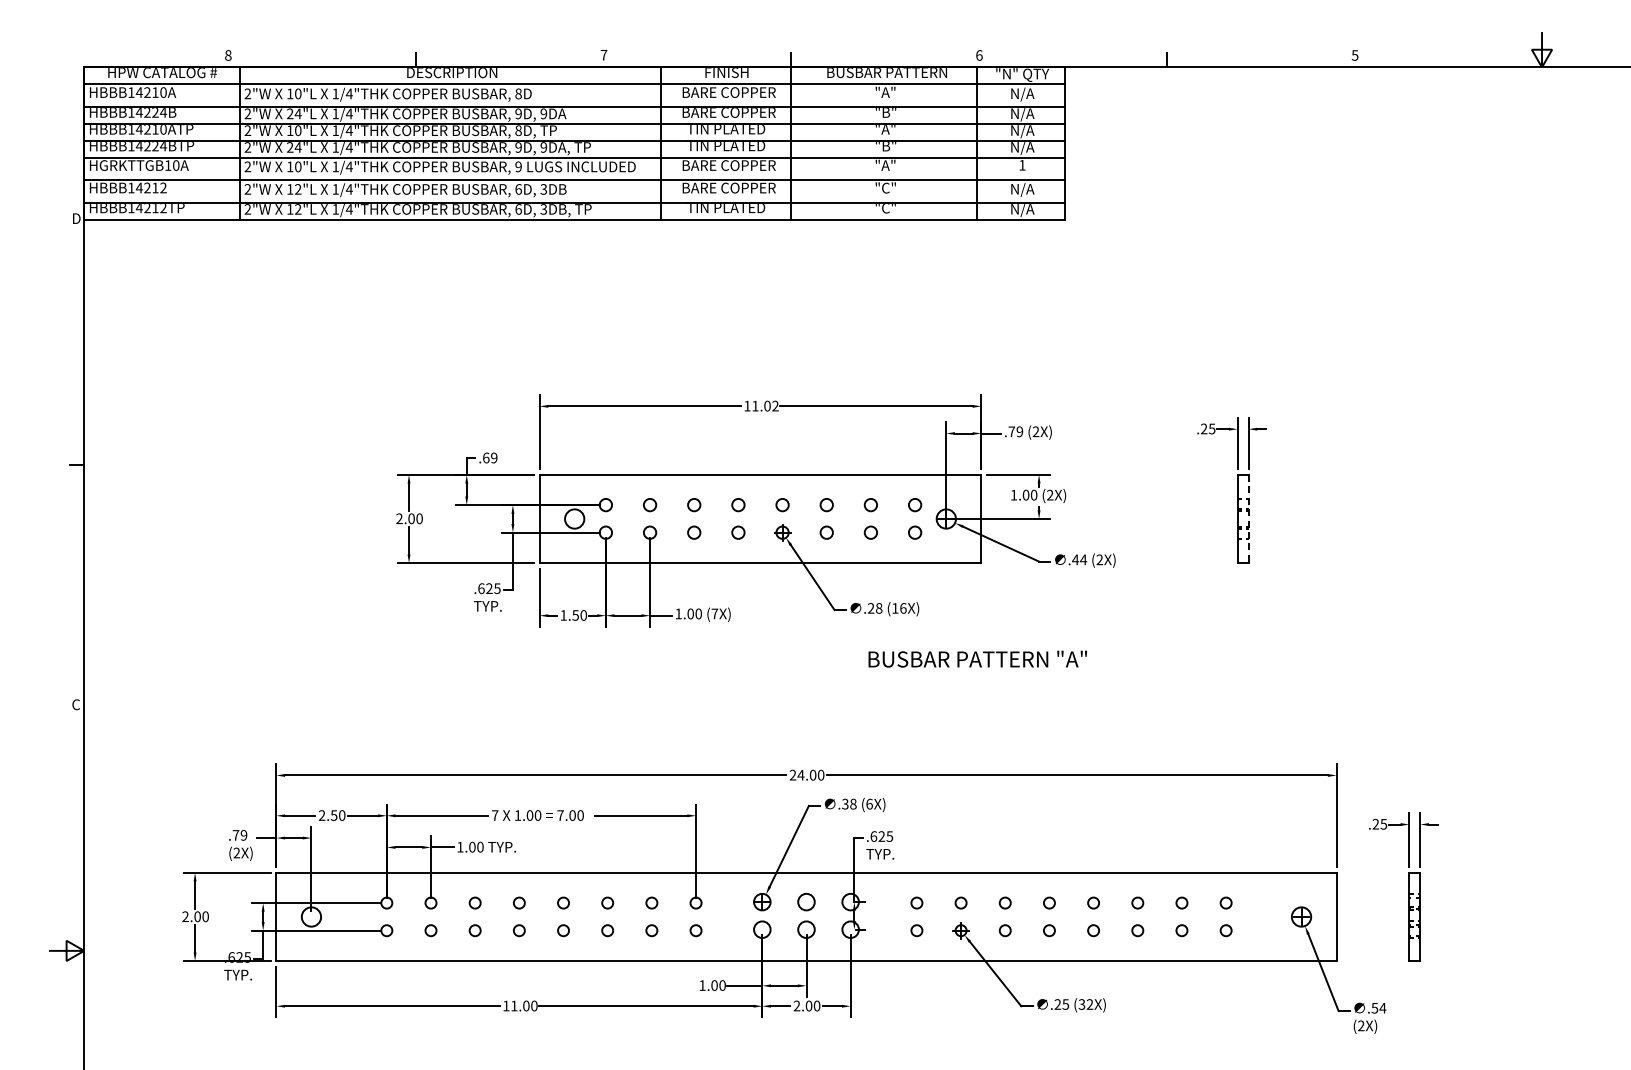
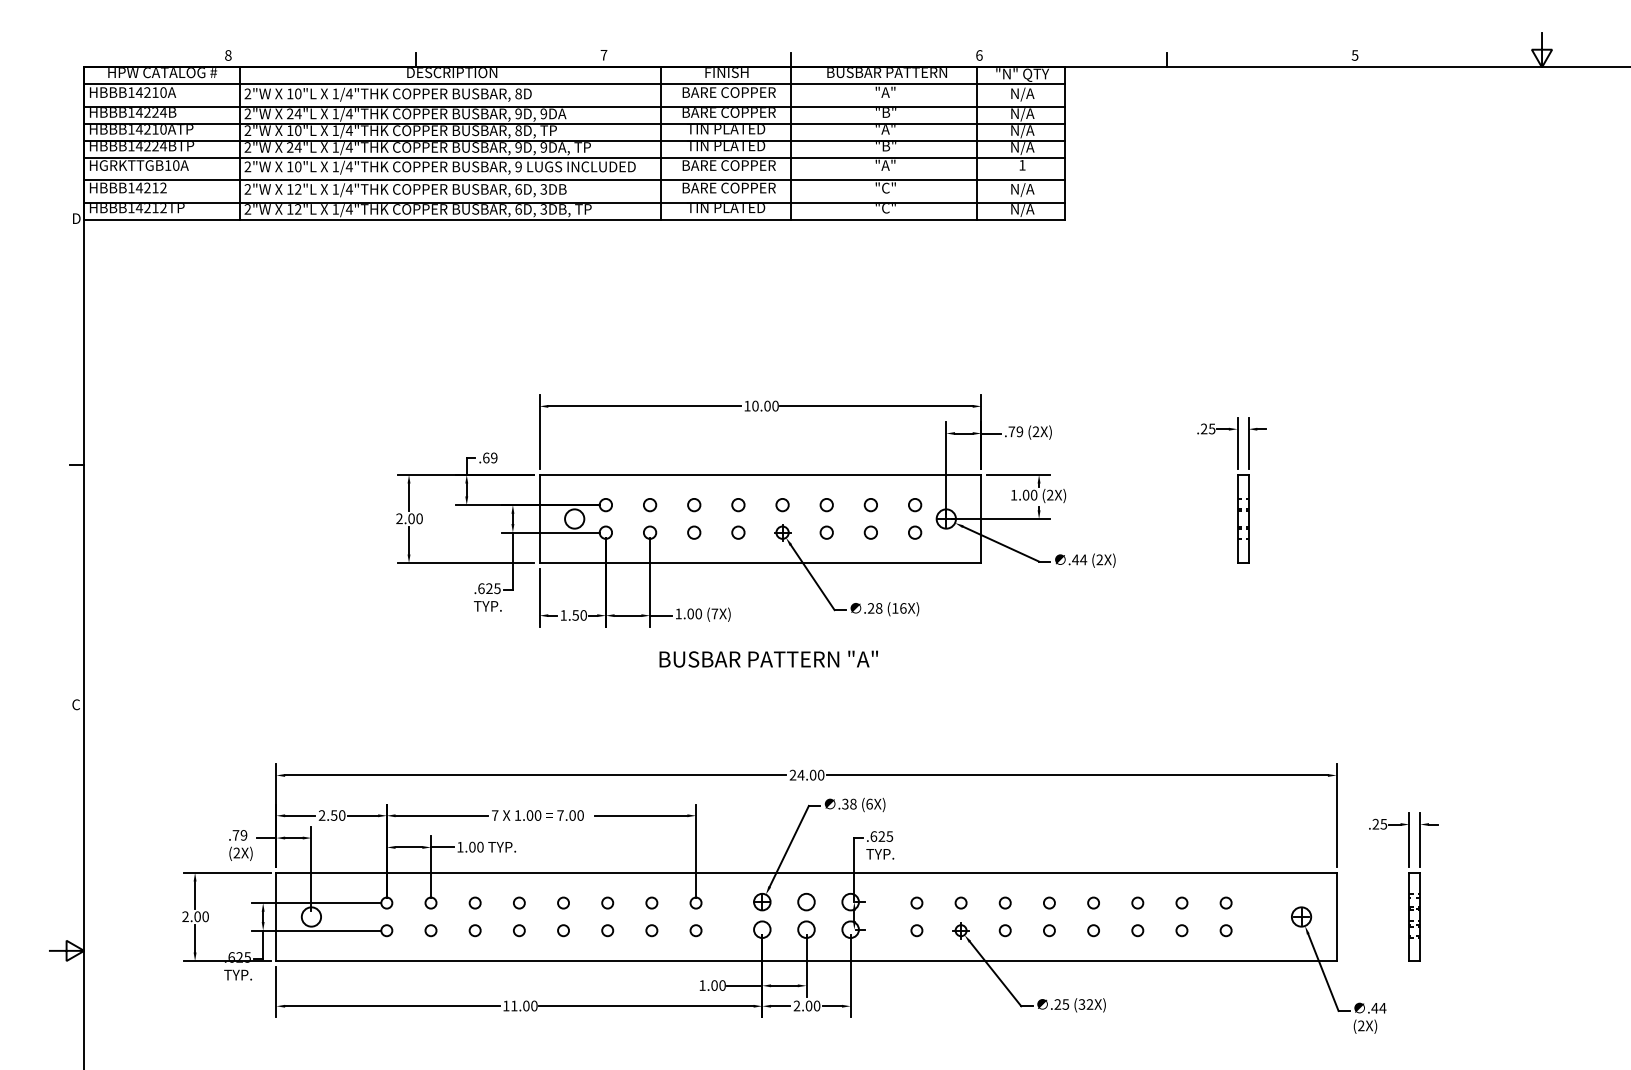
text at (765, 405): 11.02 -> 10.00
line at (1248, 519): dashed -> solid
text at (977, 658) position: (977, 658) -> (768, 658)
text at (1374, 1008): .54 -> .44
